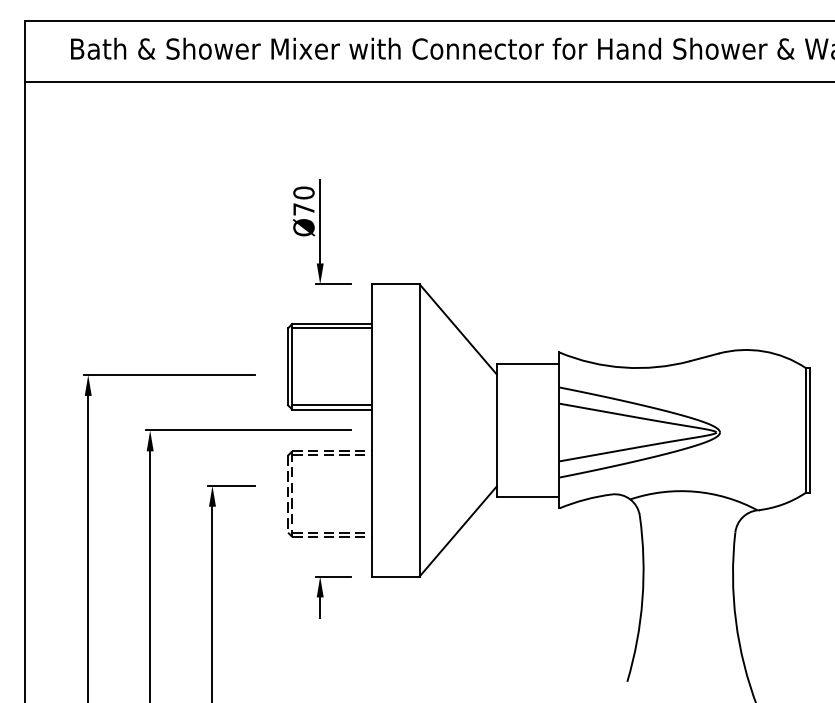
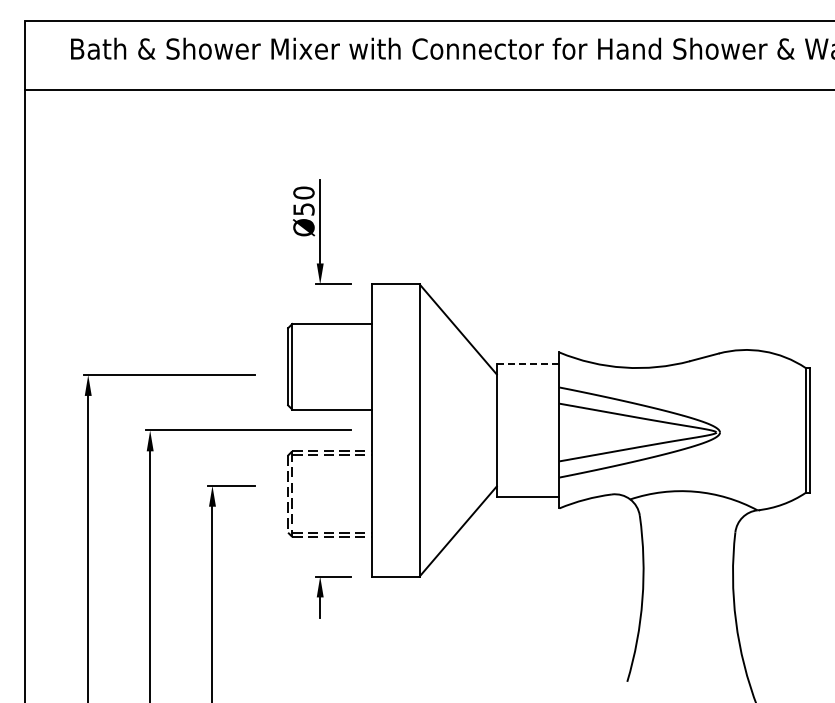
line at (428, 82) position: (428, 82) -> (428, 90)
text at (303, 209): Ø70 -> Ø50
line at (331, 328): present -> none
line at (528, 363): solid -> dashed
line at (331, 405): present -> none
